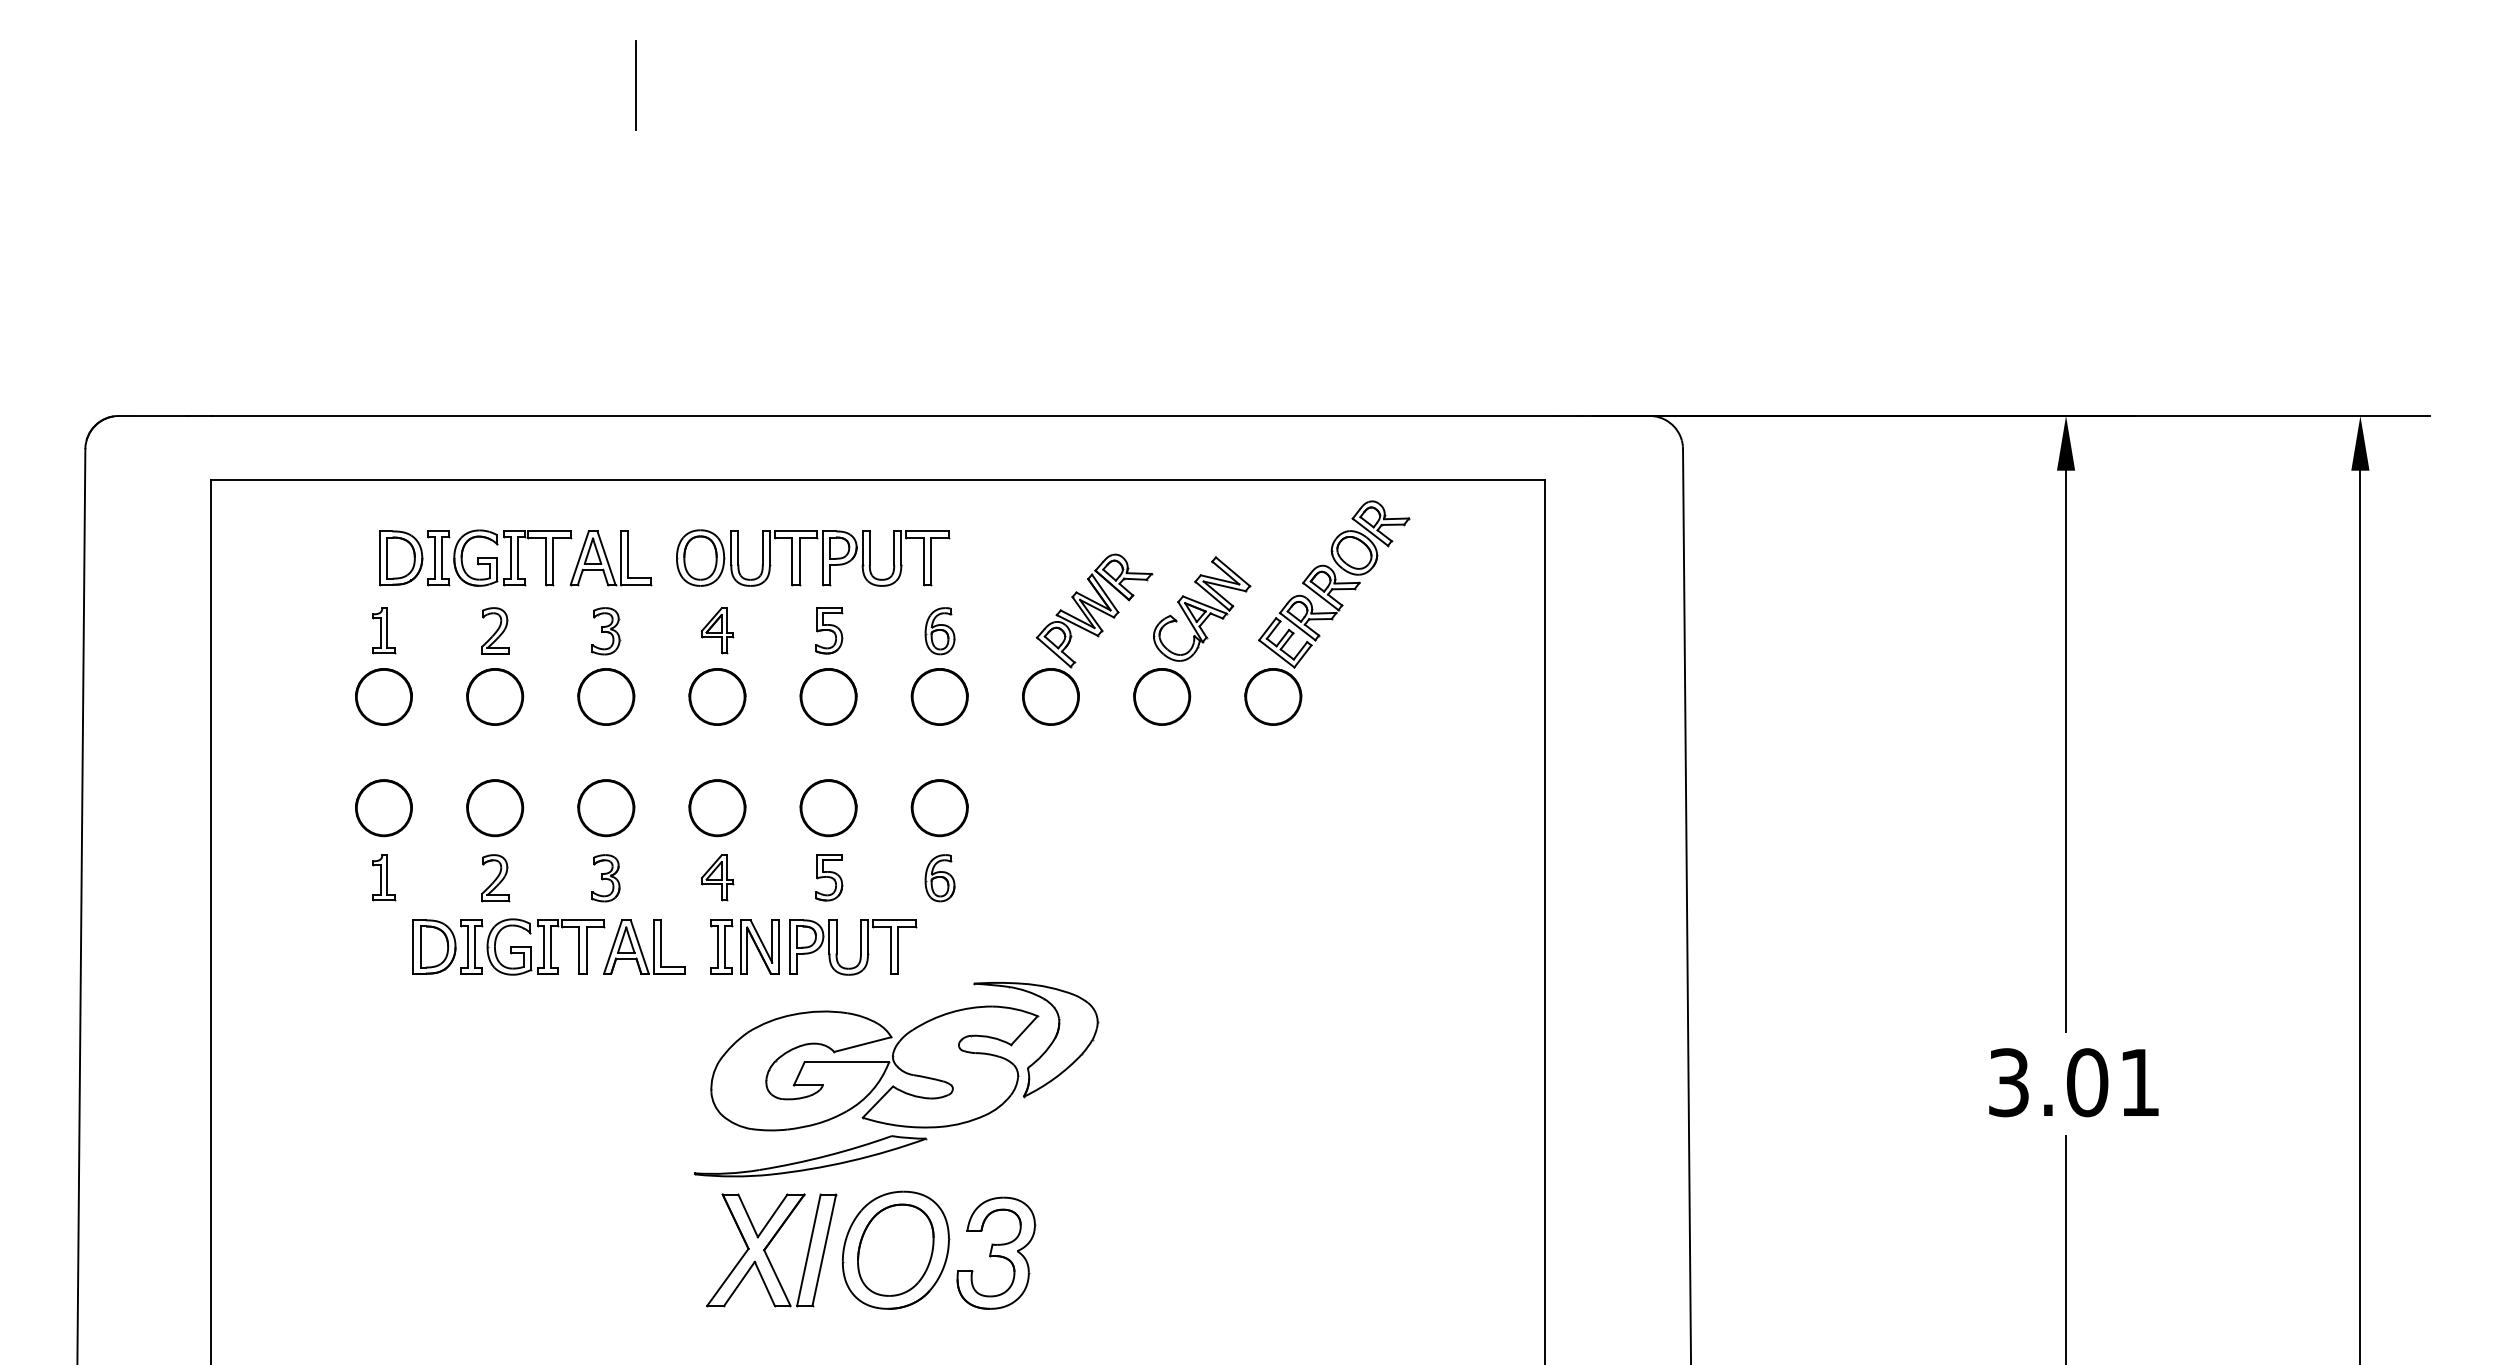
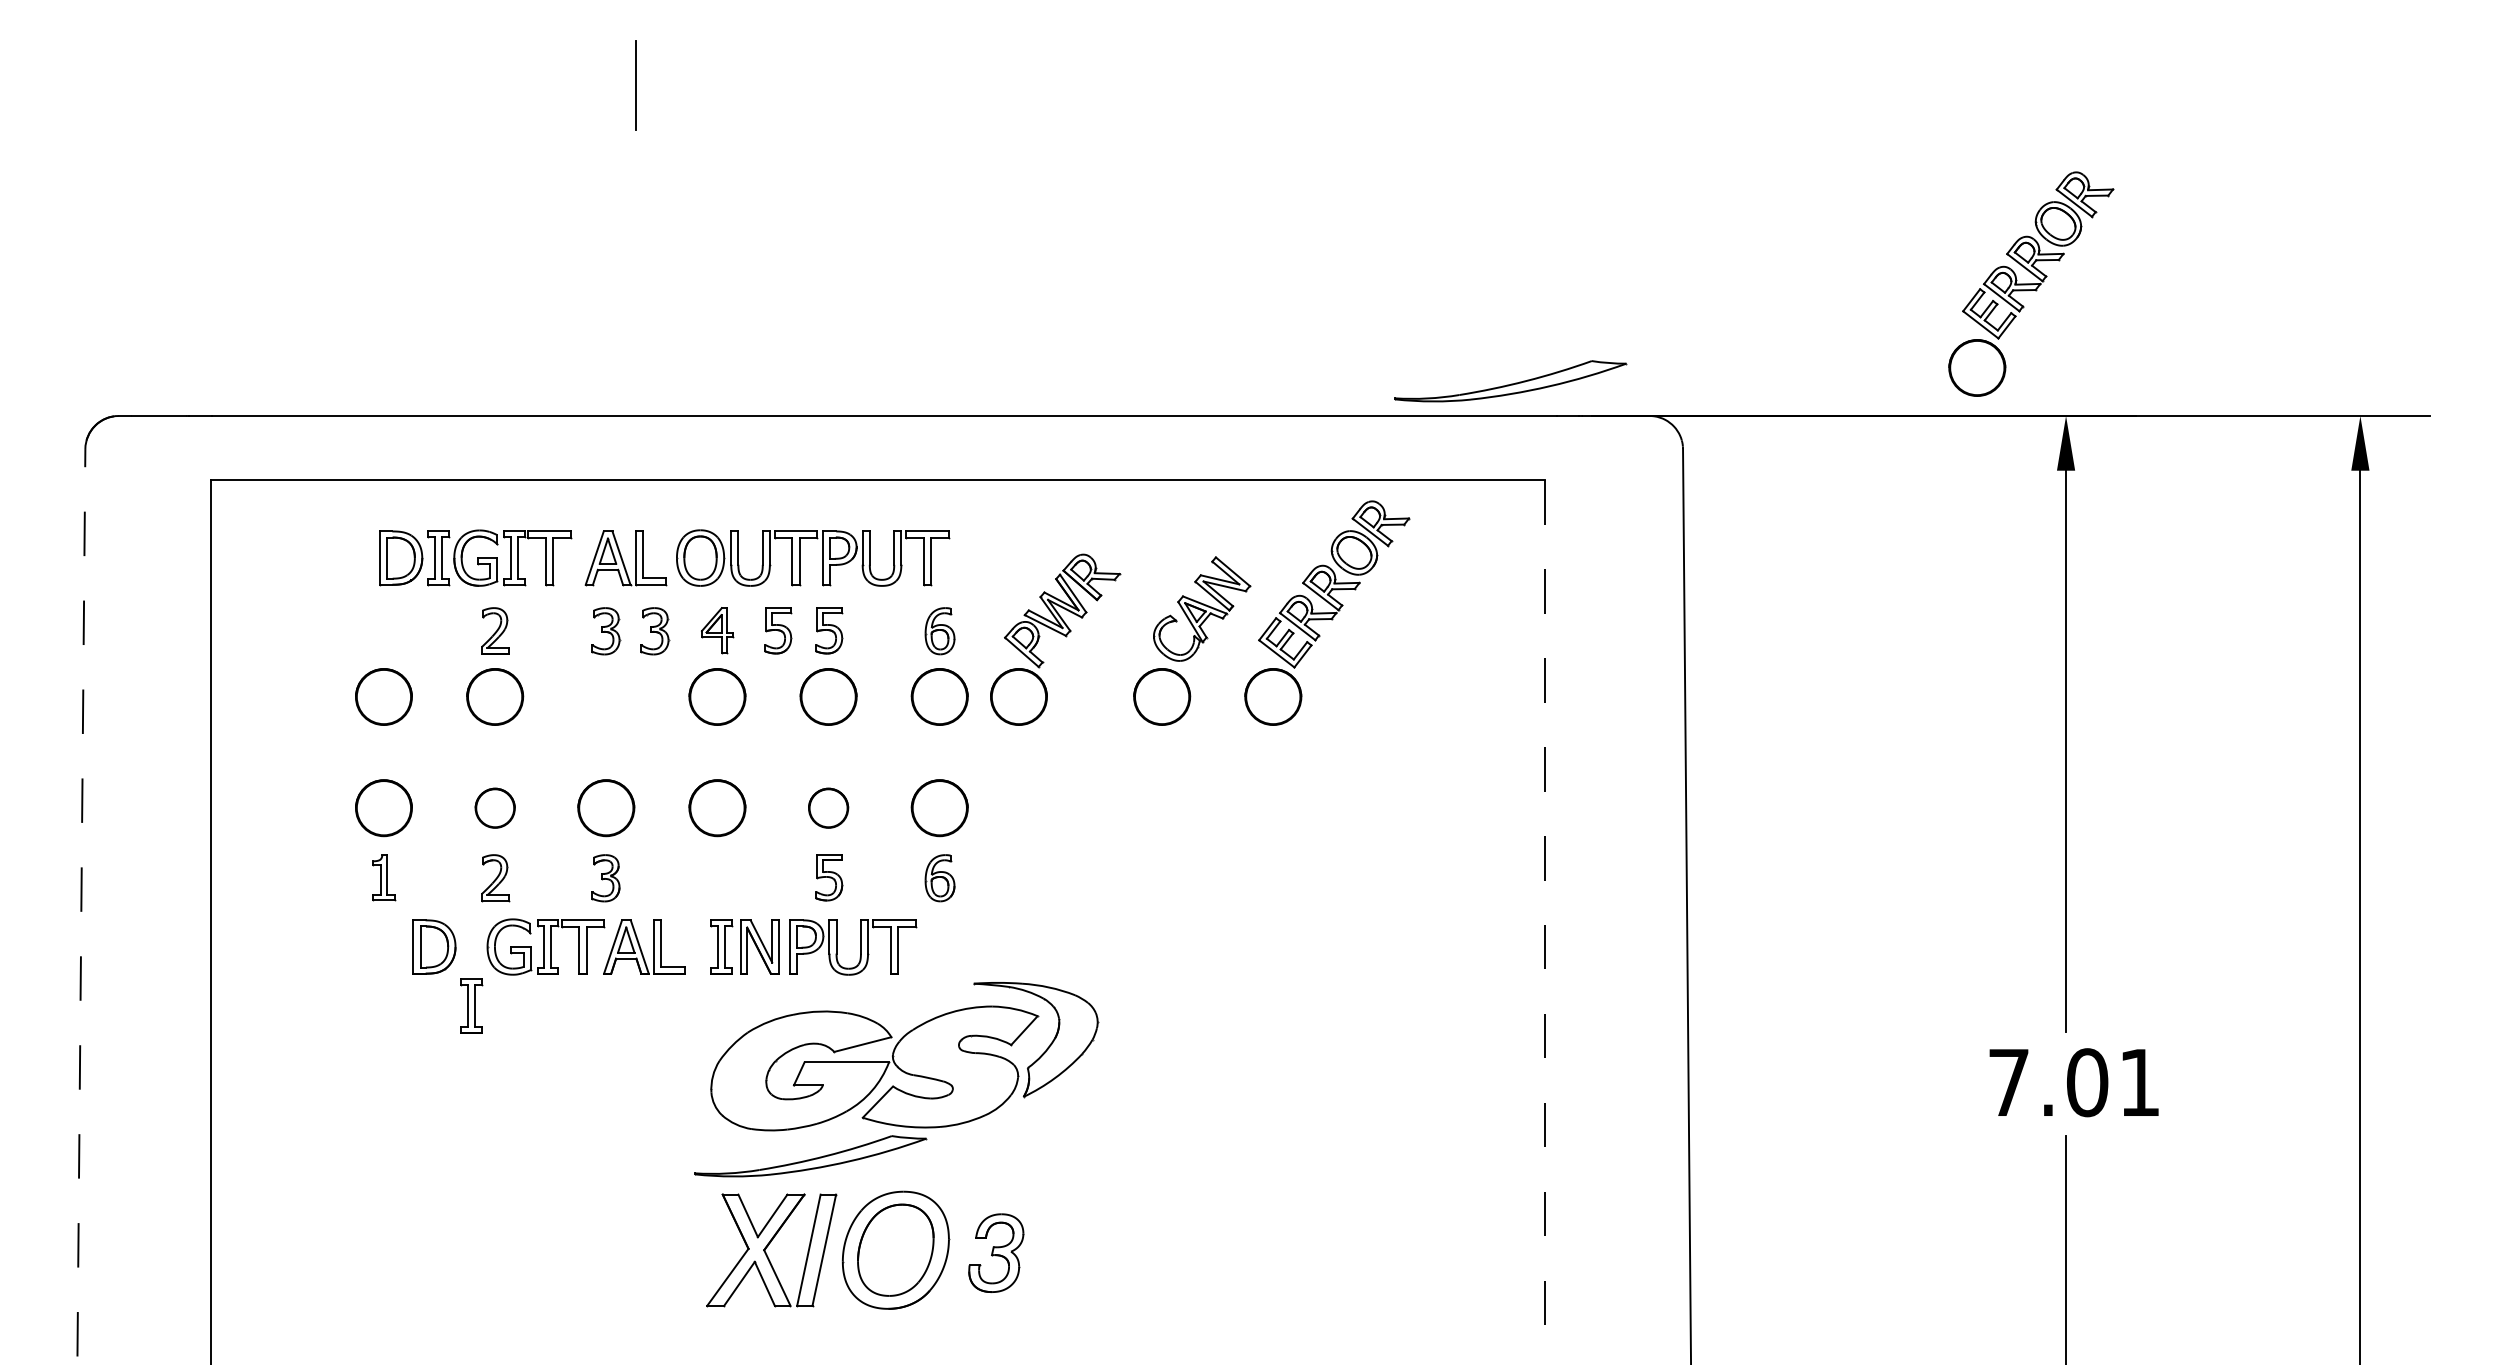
part at (2031, 283): none -> present
part at (1510, 381): none -> present
part at (610, 558) position: (610, 558) -> (625, 558)
part at (384, 630): present -> none
part at (778, 630): none -> present
part at (655, 631): none -> present
part at (1090, 633) position: (1090, 633) -> (1058, 633)
part at (606, 696): present -> none
part at (495, 808) size: 59x59 px -> 42x42 px
part at (828, 808) size: 59x59 px -> 42x42 px
part at (717, 877): present -> none
line at (81, 906): solid -> dashed
line at (1545, 922): solid -> dashed
part at (471, 946) position: (471, 946) -> (471, 1005)
text at (2008, 1082): 3.01 -> 7.01
part at (996, 1252) size: 81x114 px -> 57x80 px
